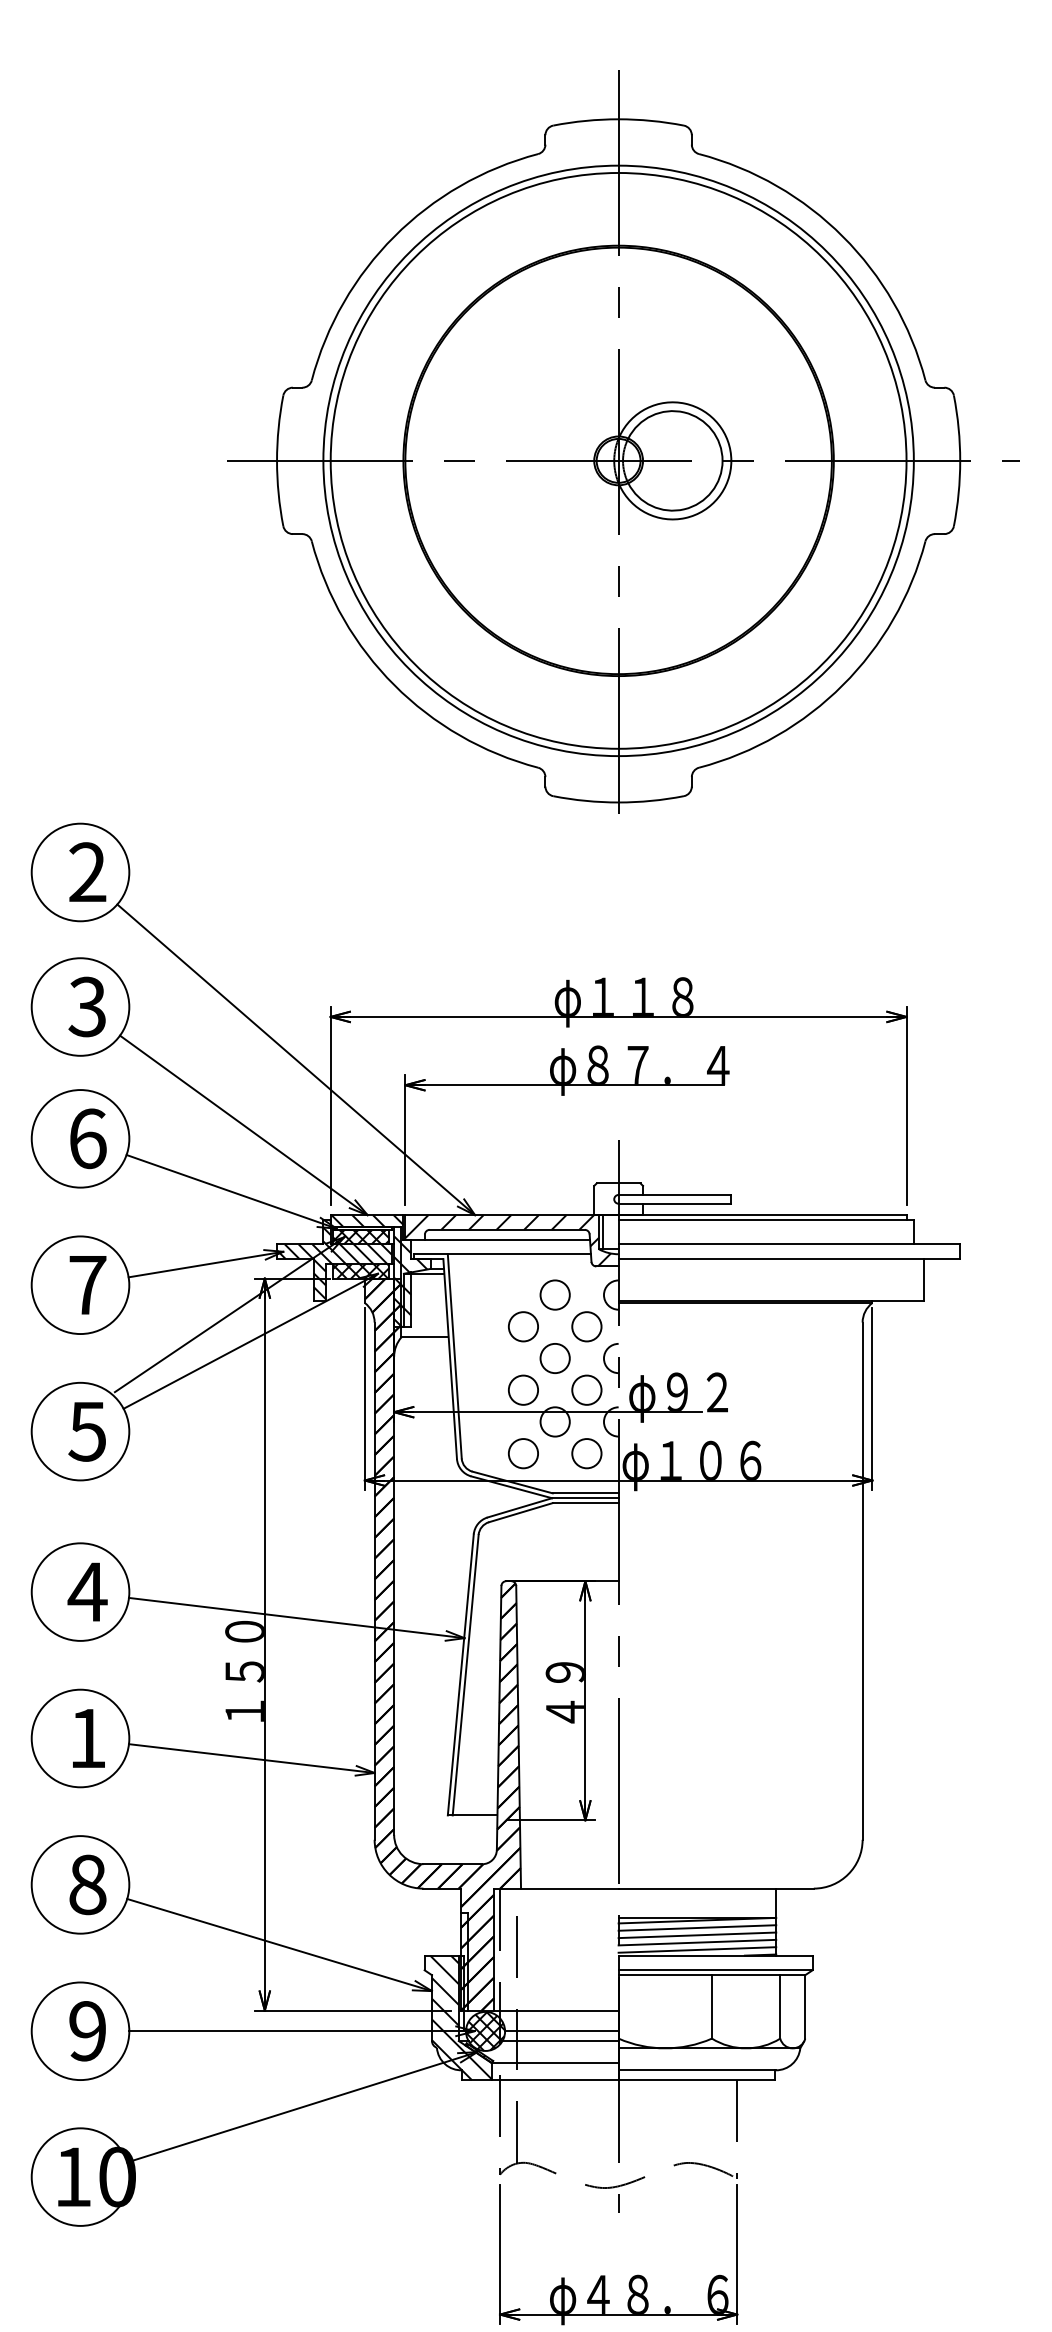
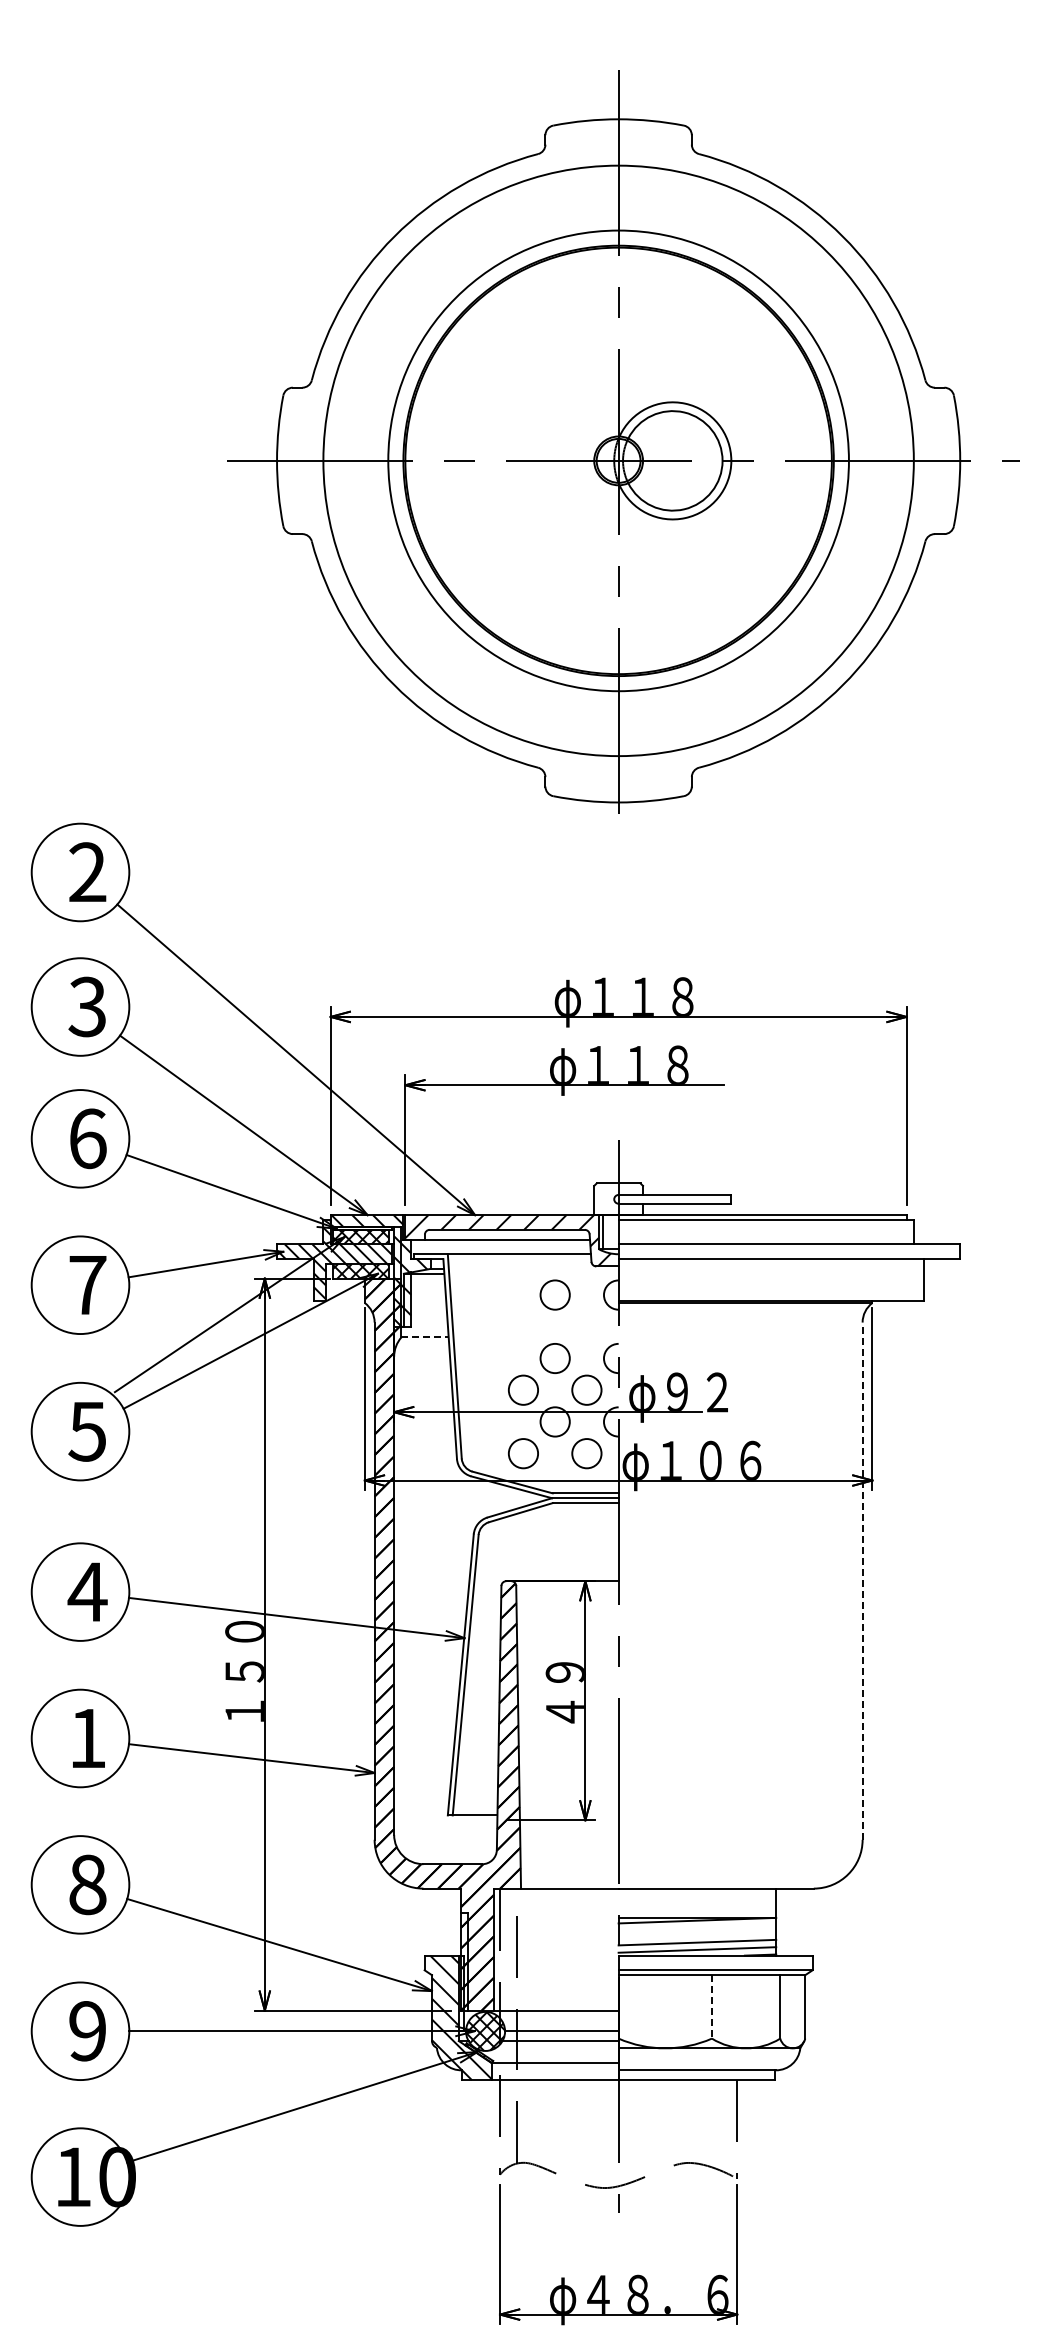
circle at (618, 460) diameter: 576 px -> 461 px
text at (658, 1064): φ８７．４ -> φ１１８
circle at (523, 1326): present -> none
circle at (586, 1326): present -> none
line at (425, 1337): solid -> dashed
line at (862, 1581): solid -> dashed
line at (697, 1927): present -> none
line at (697, 1935): present -> none
line at (711, 2006): solid -> dashed
